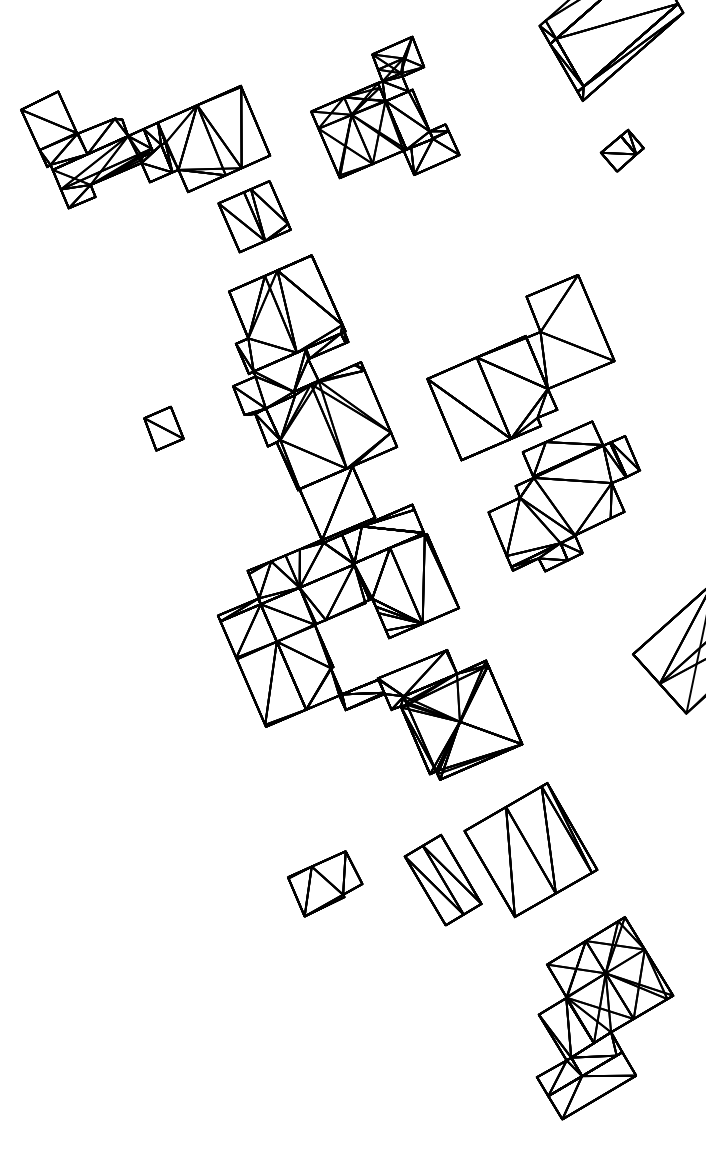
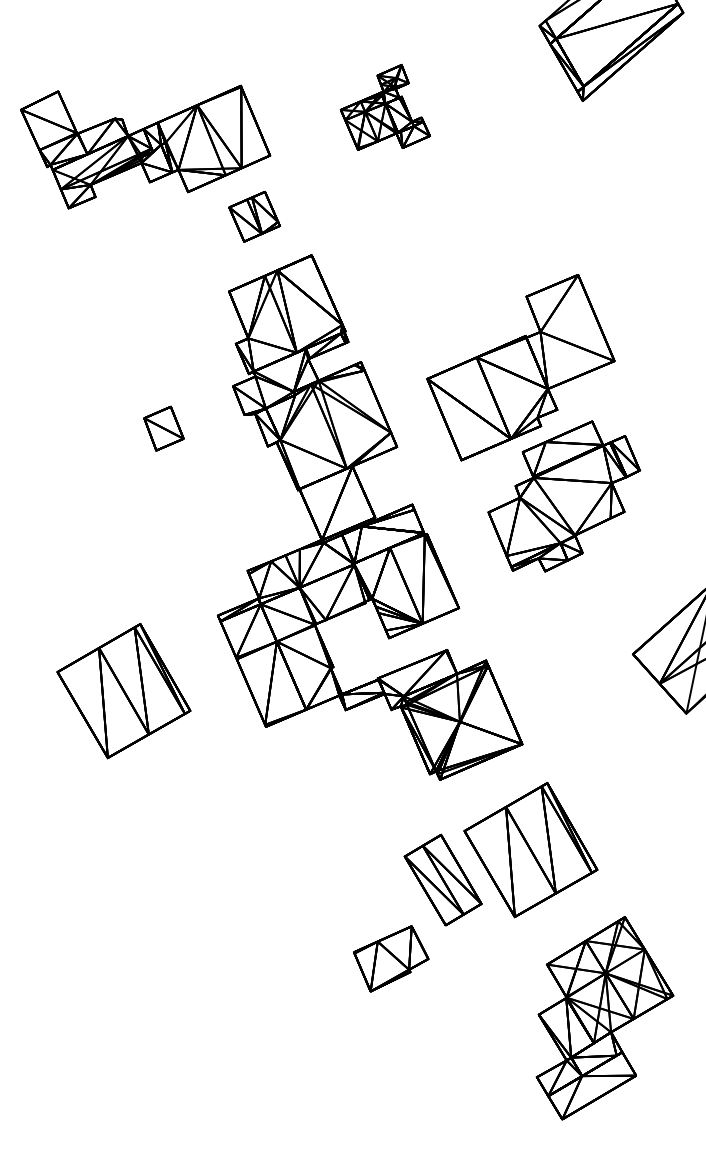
part at (385, 107) size: 151x145 px -> 92x87 px
part at (621, 150): present -> none
part at (254, 216) size: 75x74 px -> 53x53 px
part at (123, 691): none -> present
part at (325, 883) position: (325, 883) -> (391, 958)
